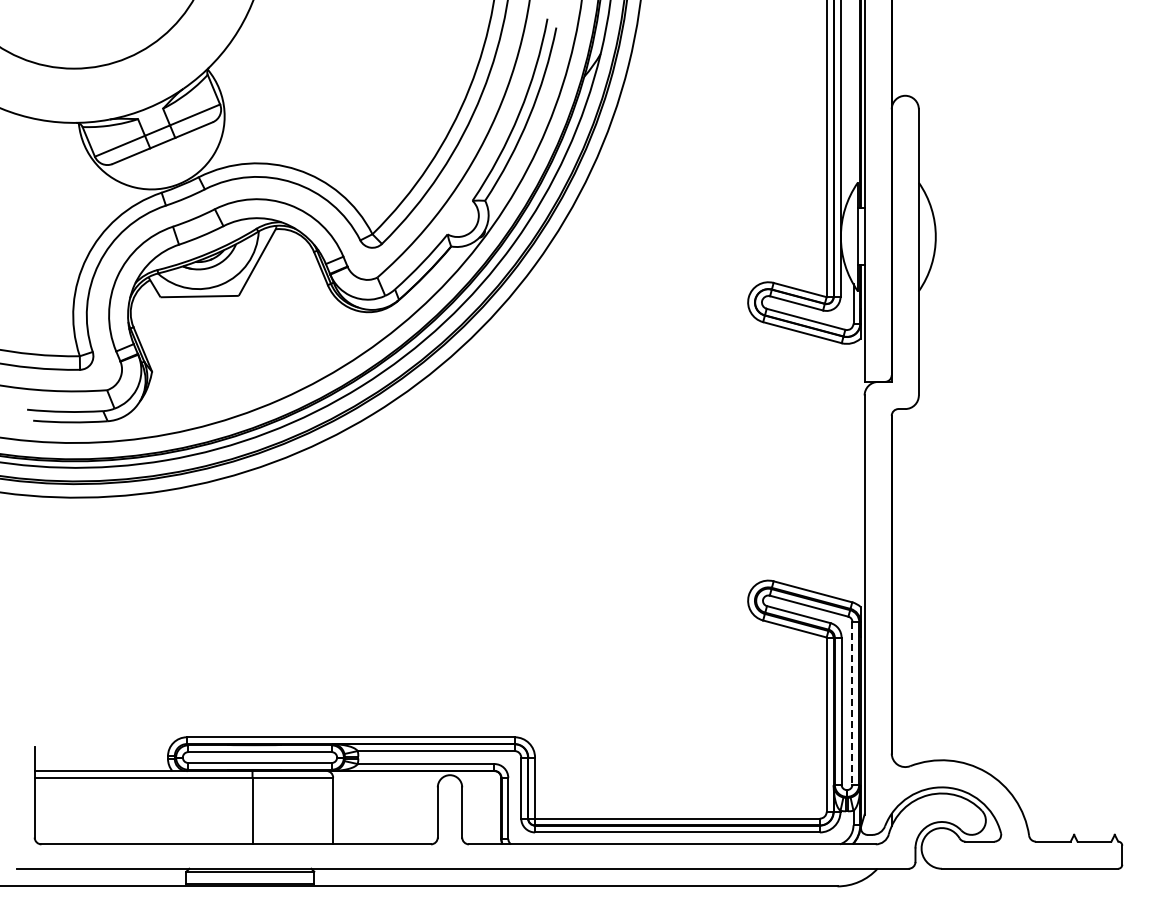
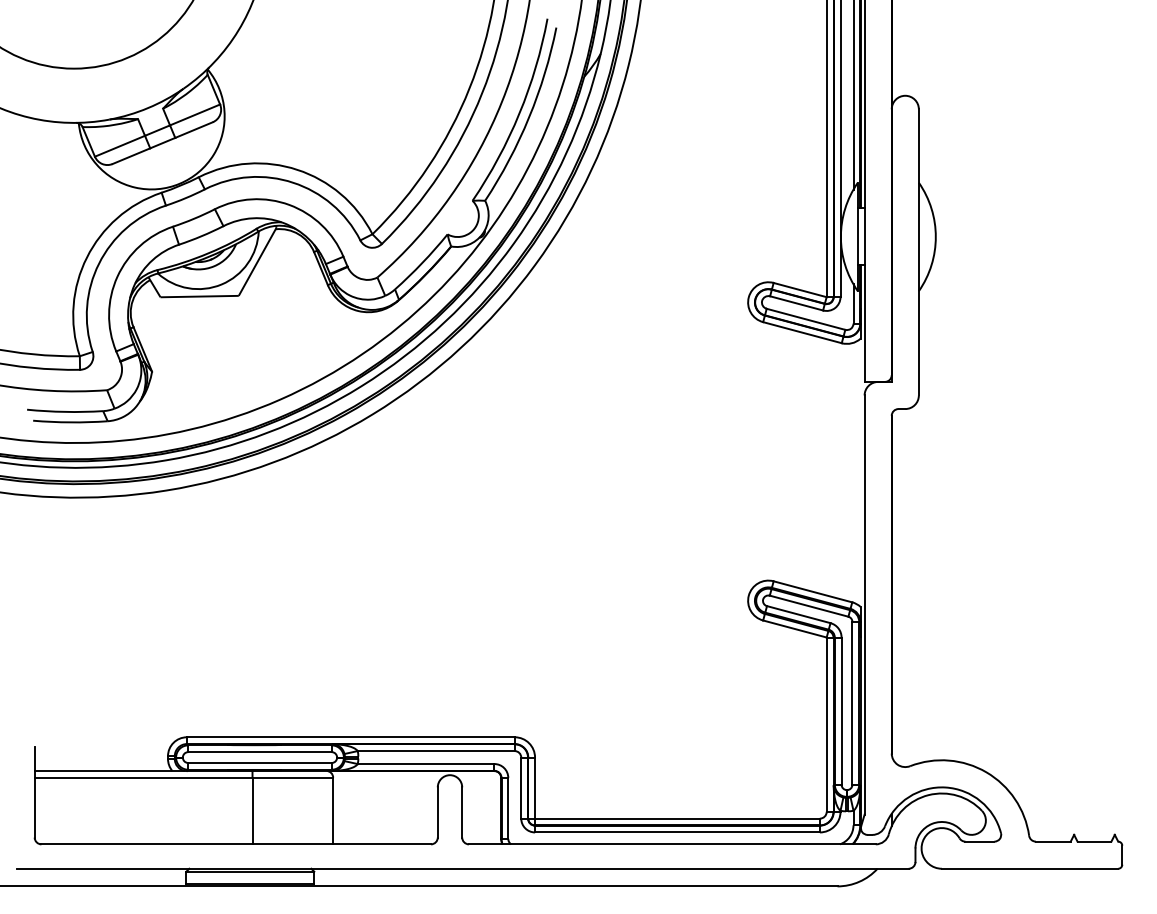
line at (853, 95): none -> present
line at (852, 703): dashed -> solid
